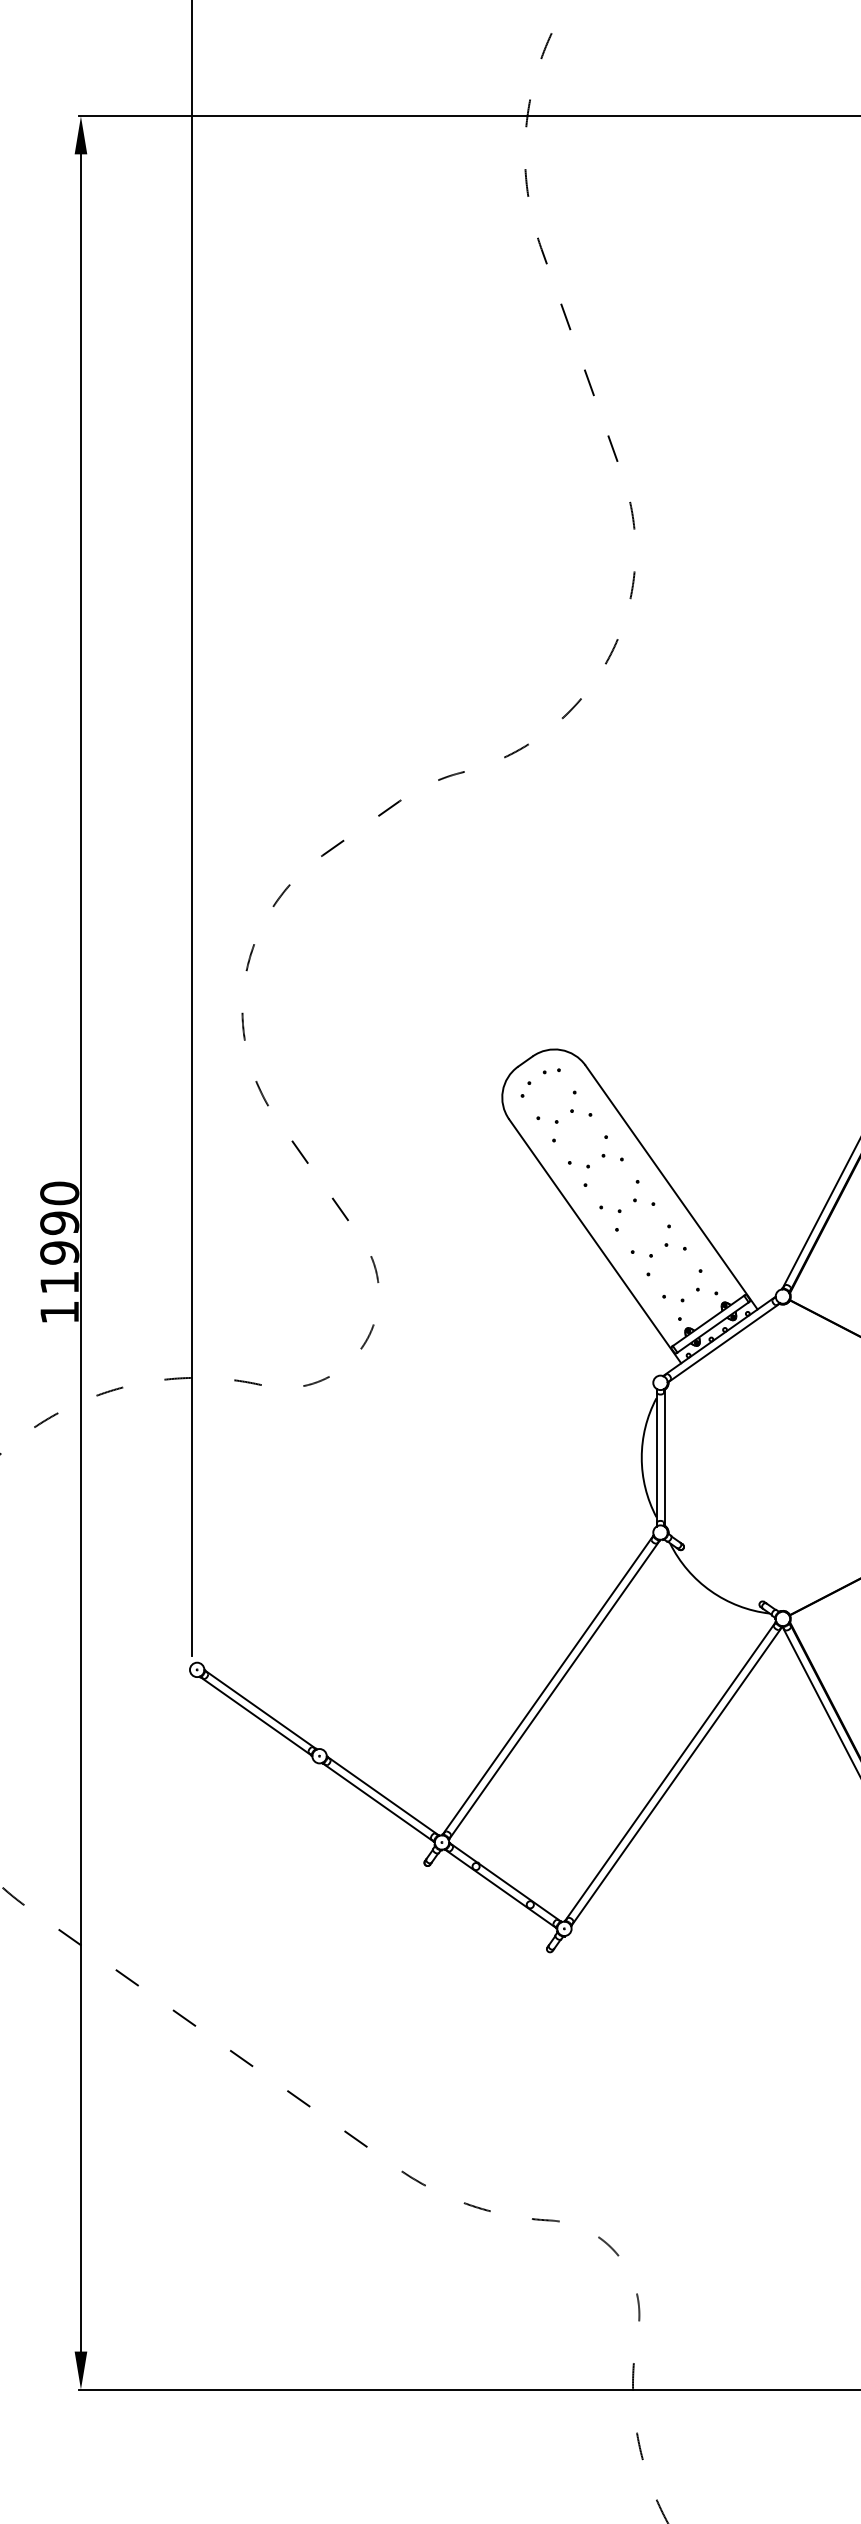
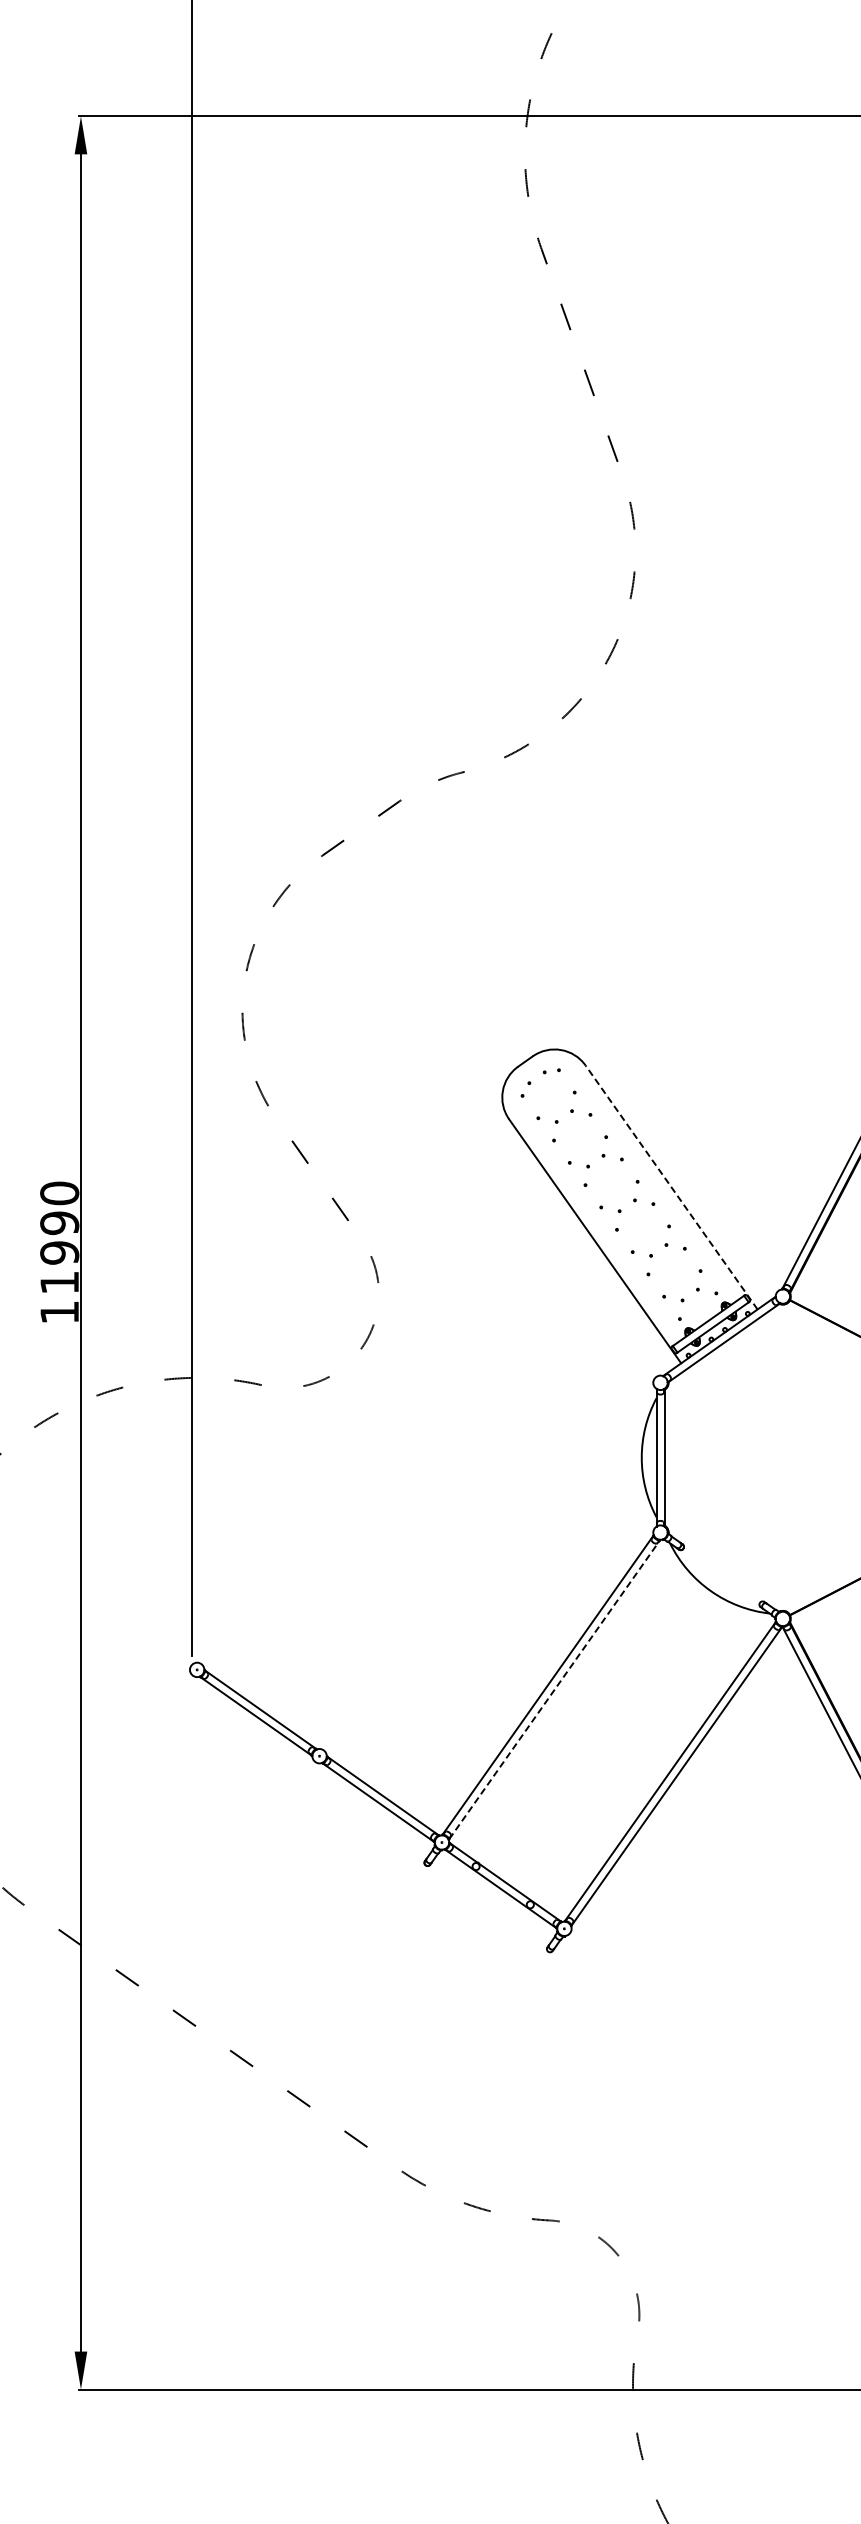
line at (671, 1187): solid -> dashed
line at (554, 1689): solid -> dashed
